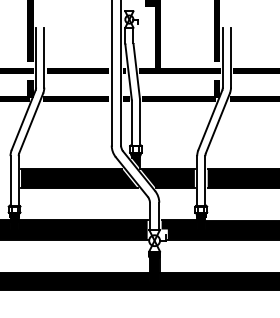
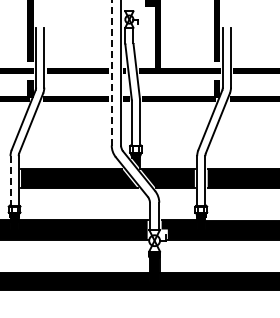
line at (111, 73): solid -> dashed
line at (10, 180): solid -> dashed
